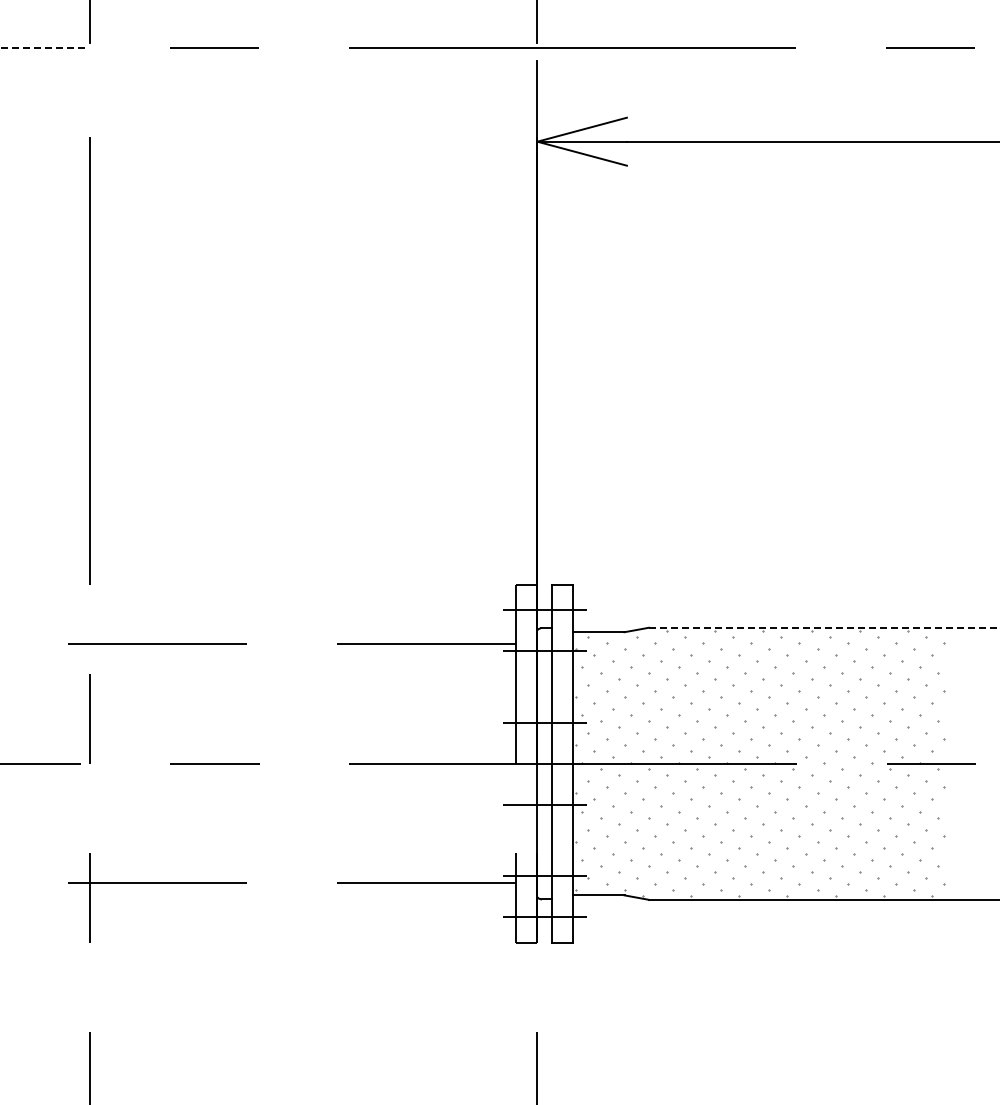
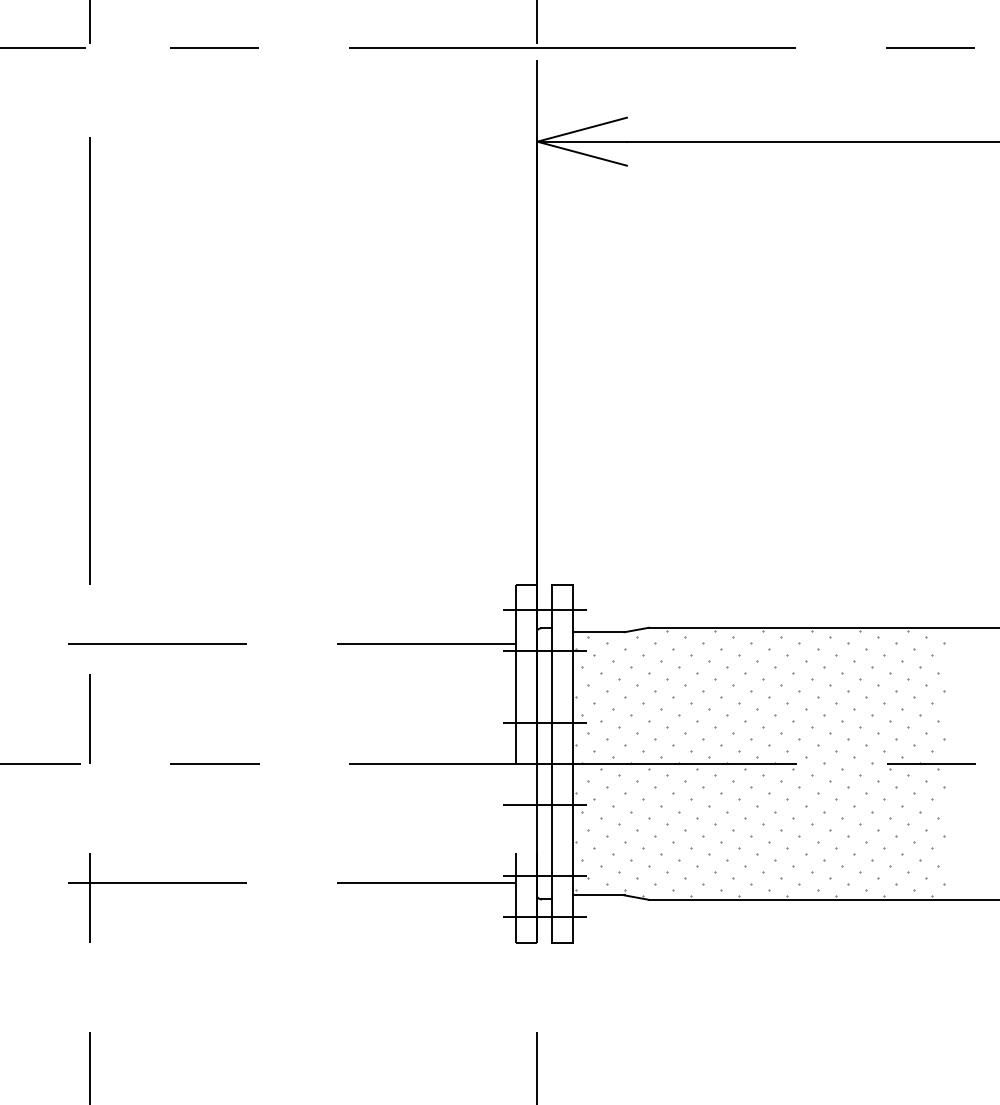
line at (42, 47): dashed -> solid
line at (824, 627): dashed -> solid
